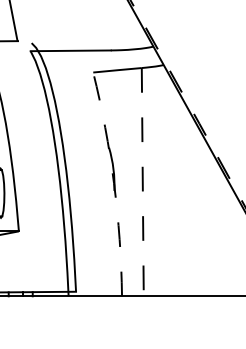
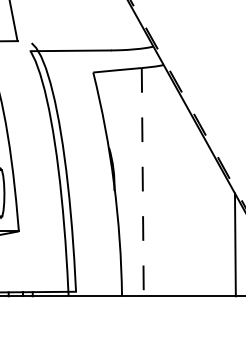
arc at (114, 183): dashed -> solid
line at (234, 244): none -> present
